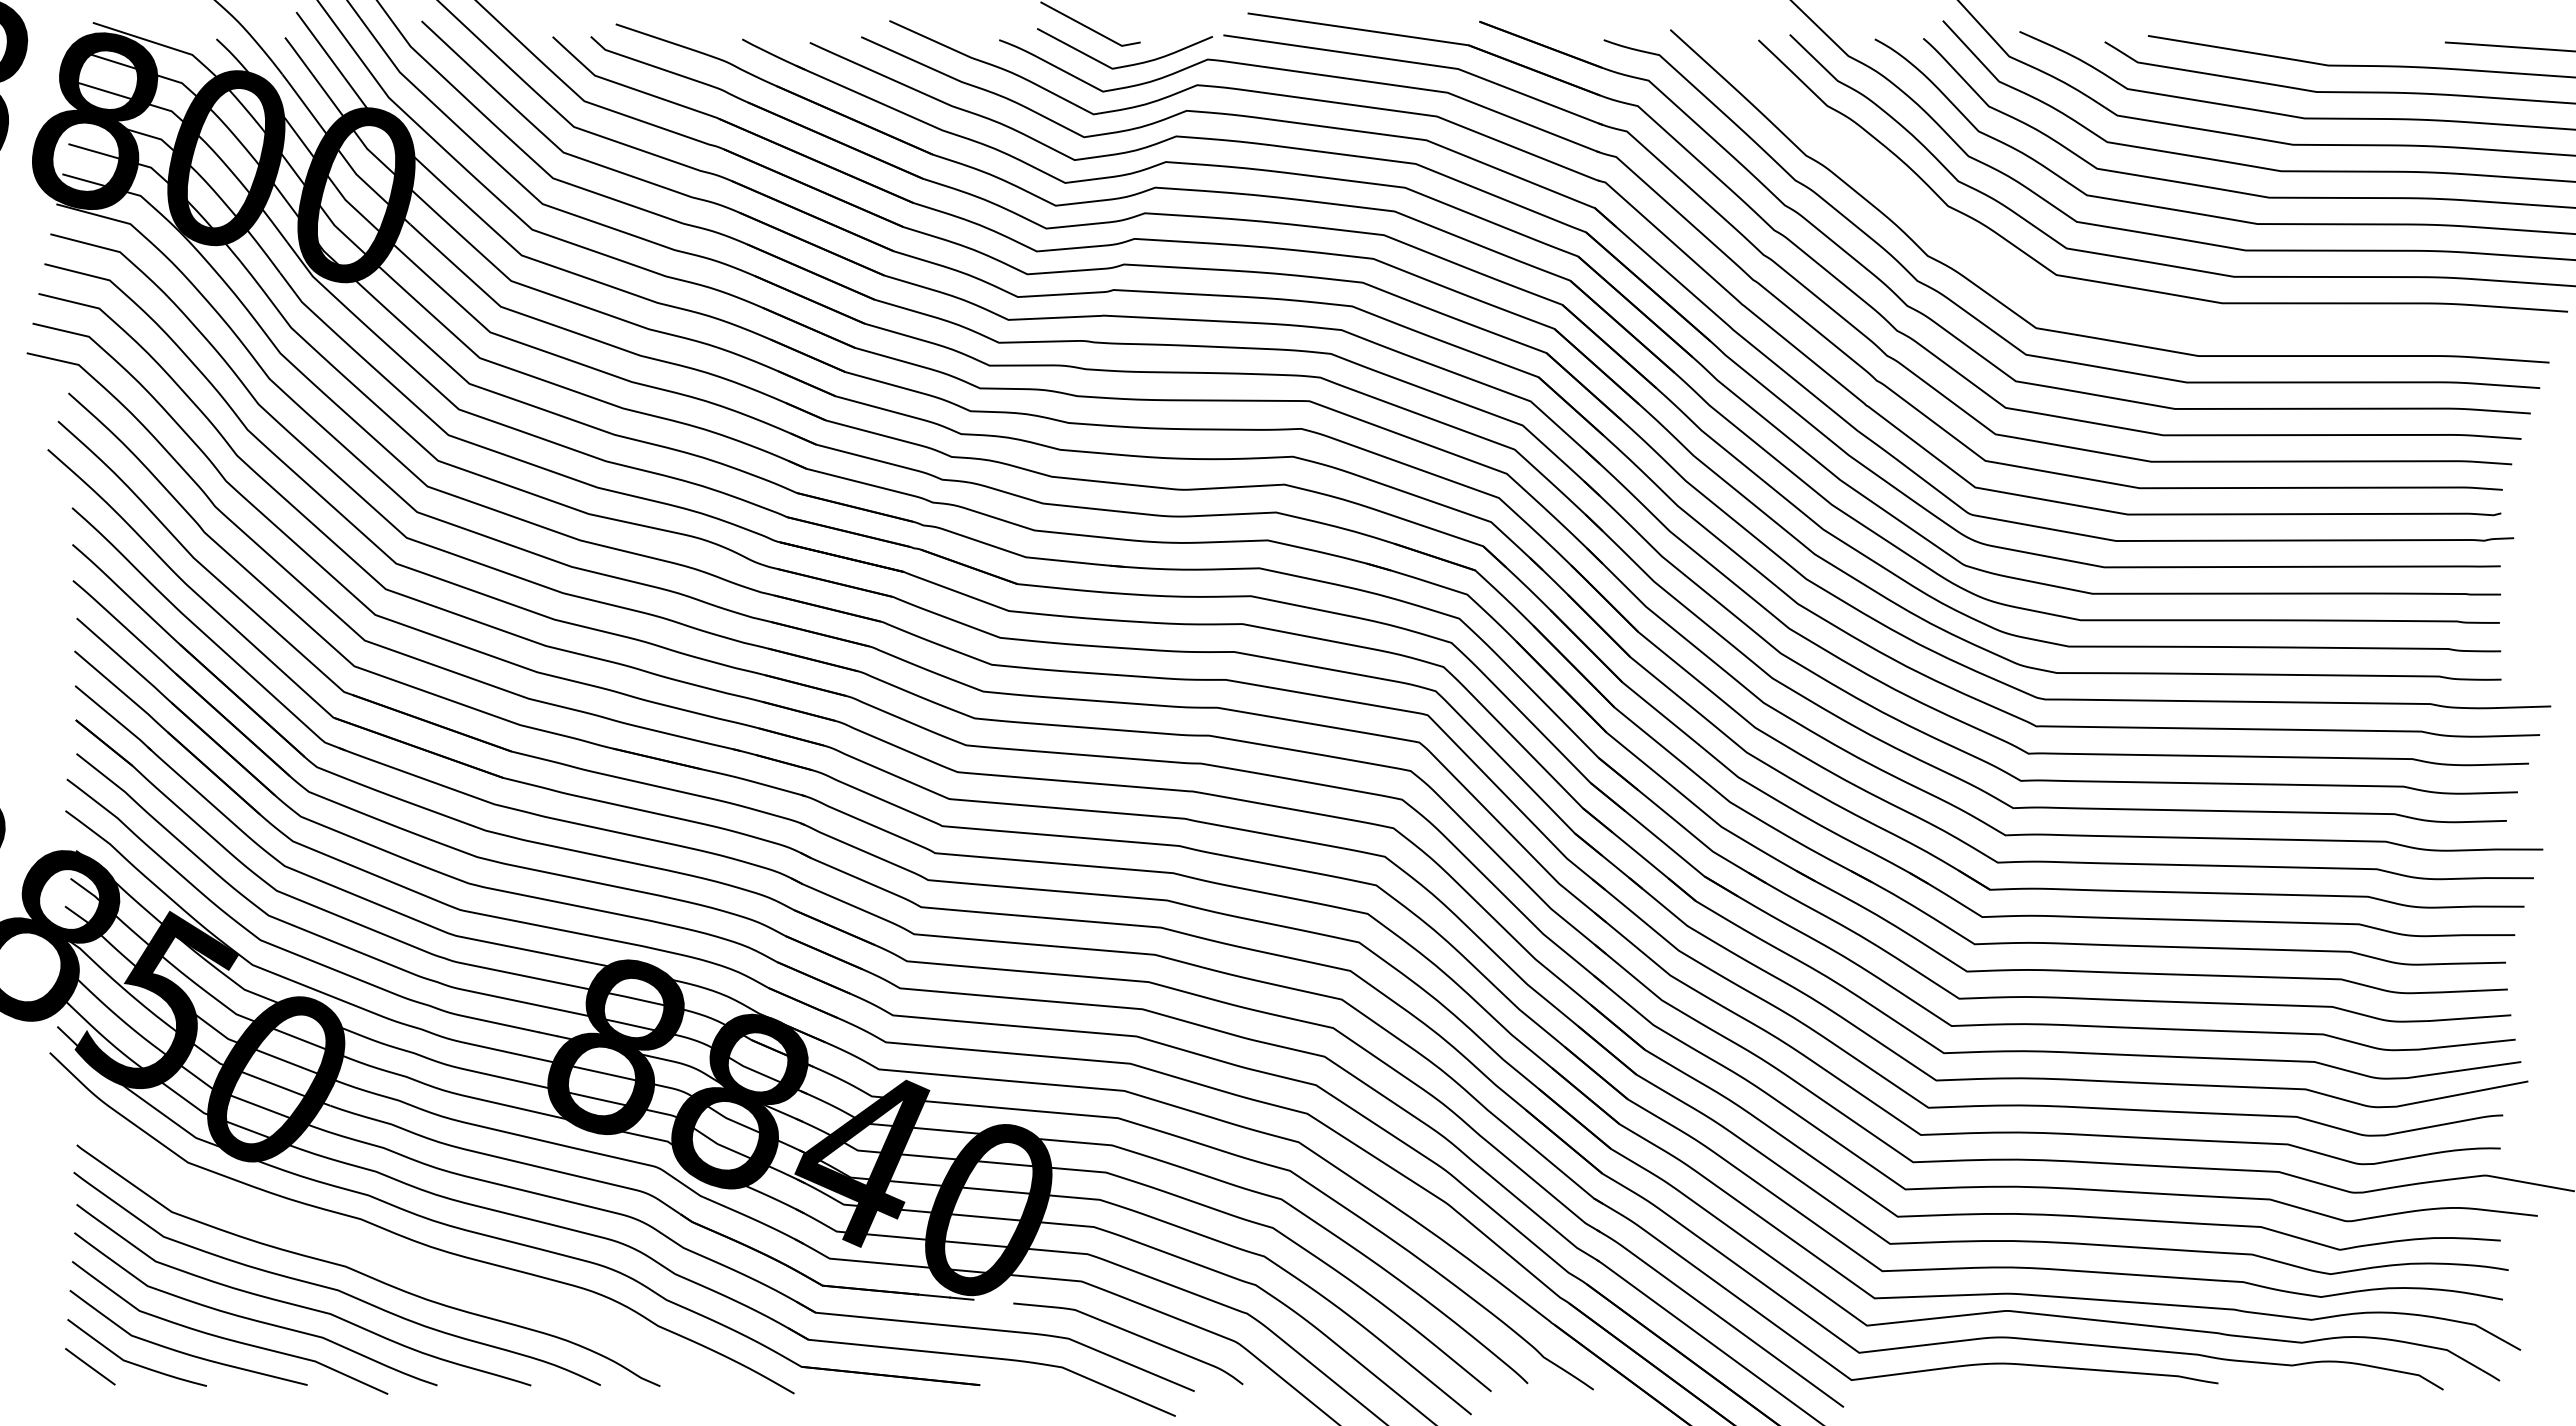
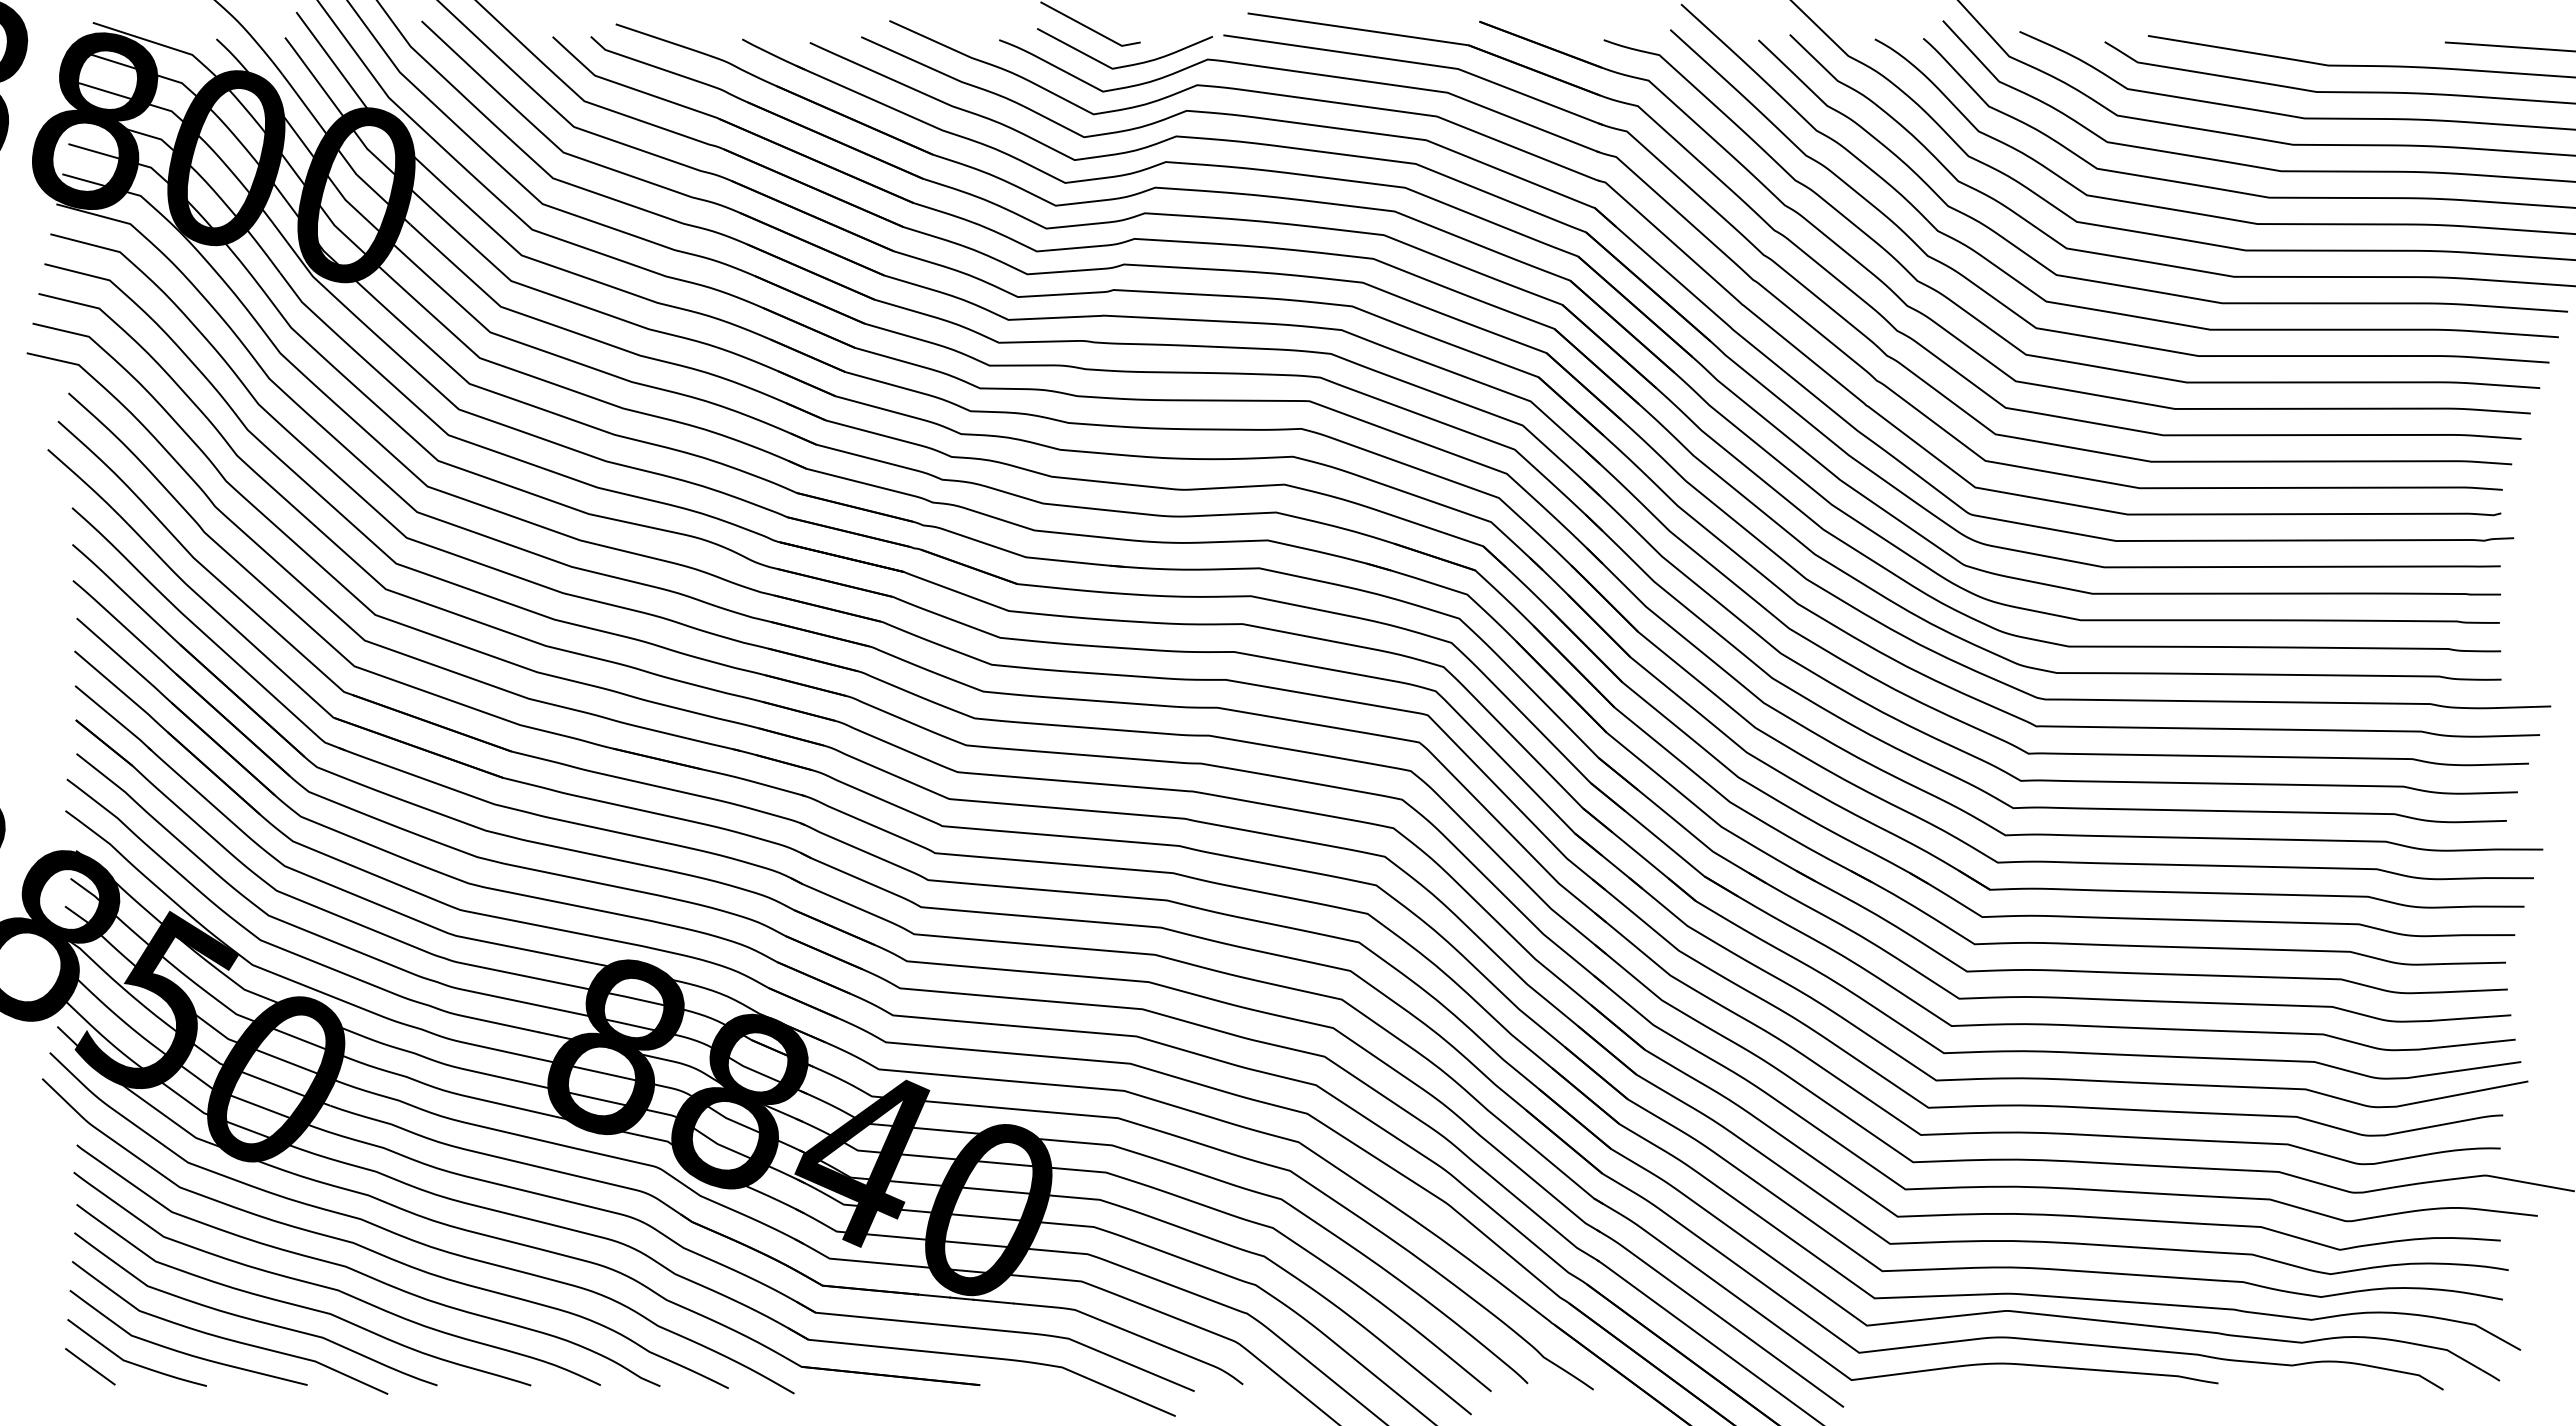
curve at (2095, 308): none -> present
curve at (376, 1251): none -> present
line at (993, 1301): none -> present
